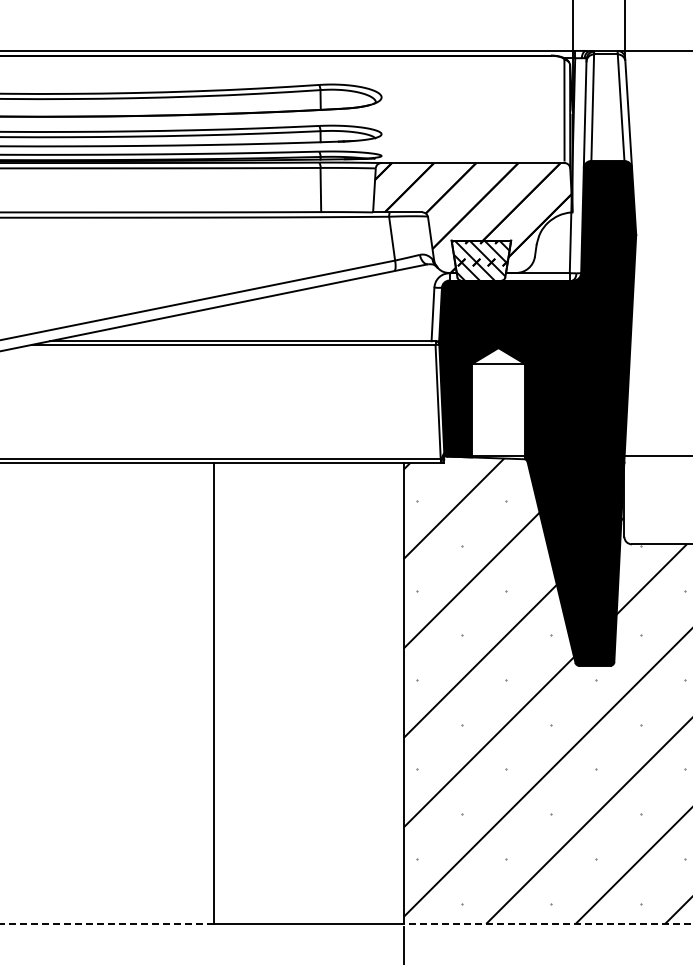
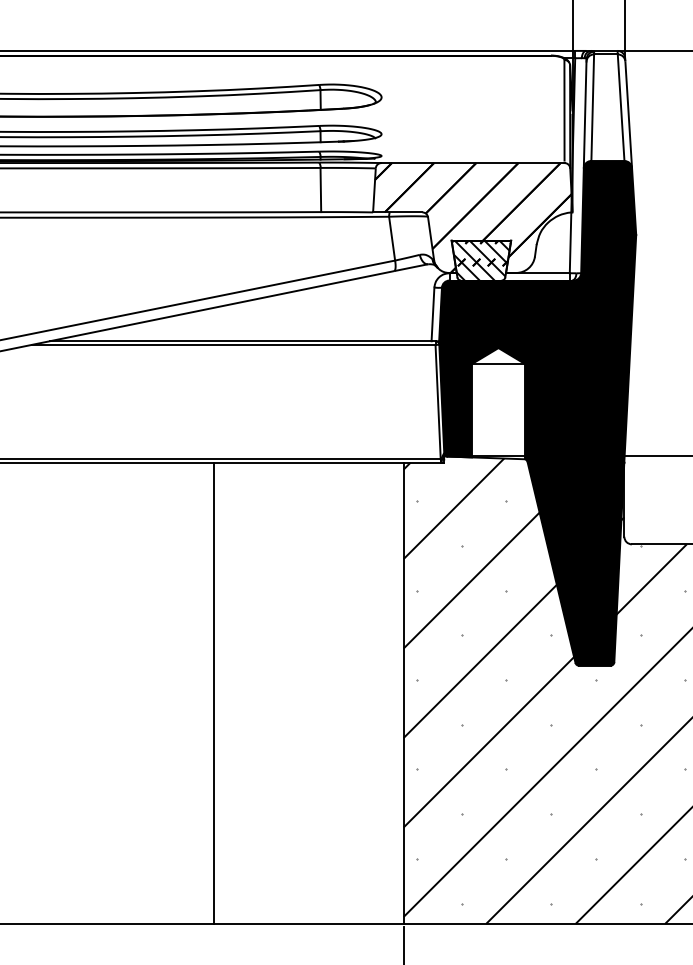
line at (106, 923): dashed -> solid
line at (547, 923): dashed -> solid
